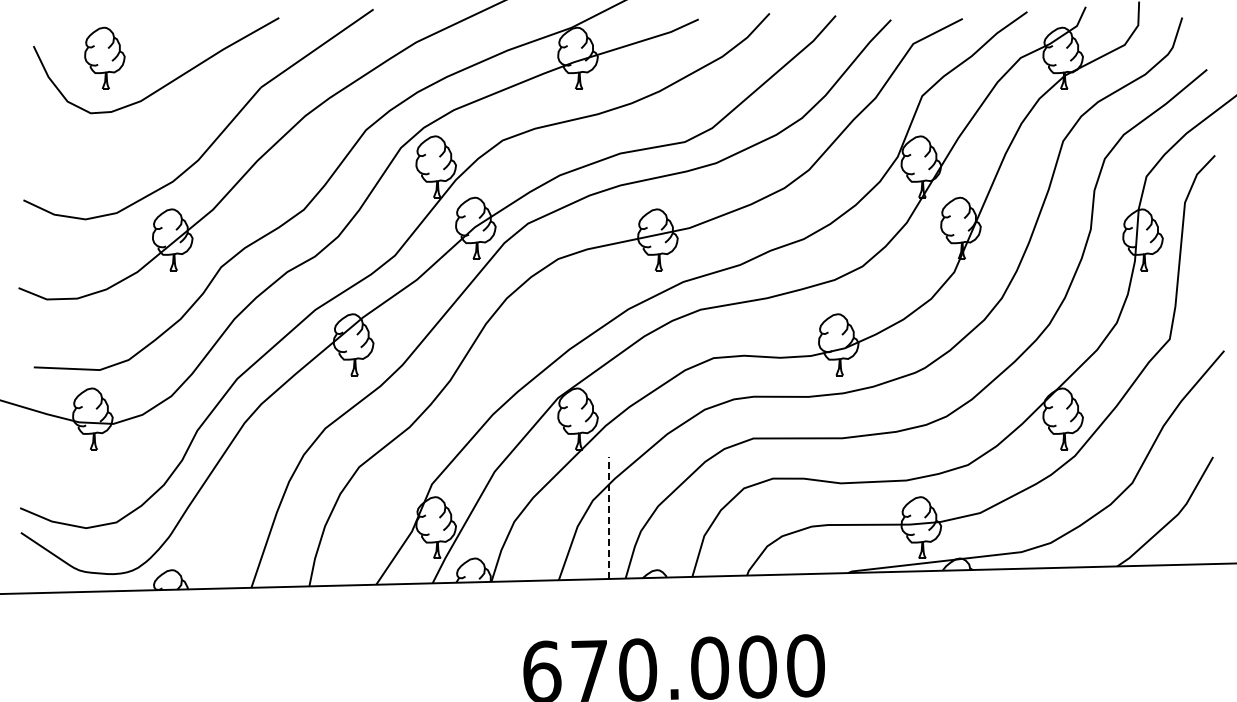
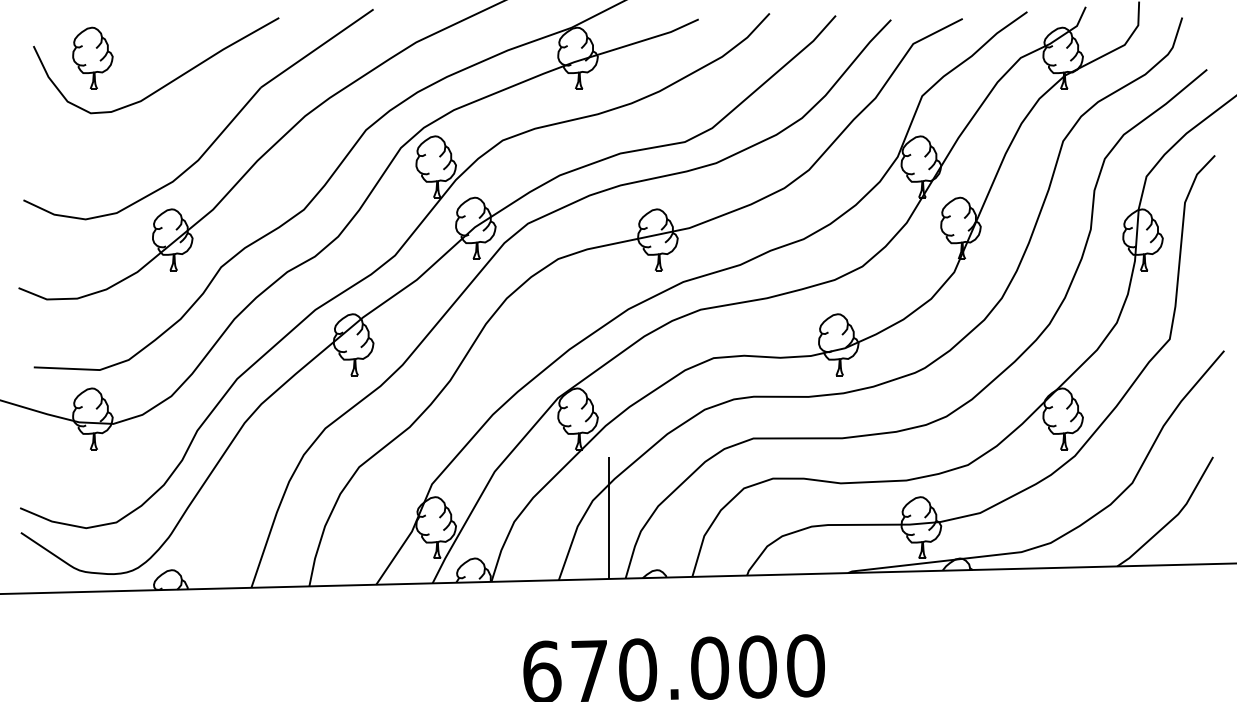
part at (104, 57) position: (104, 57) -> (92, 57)
line at (609, 517): dashed -> solid
